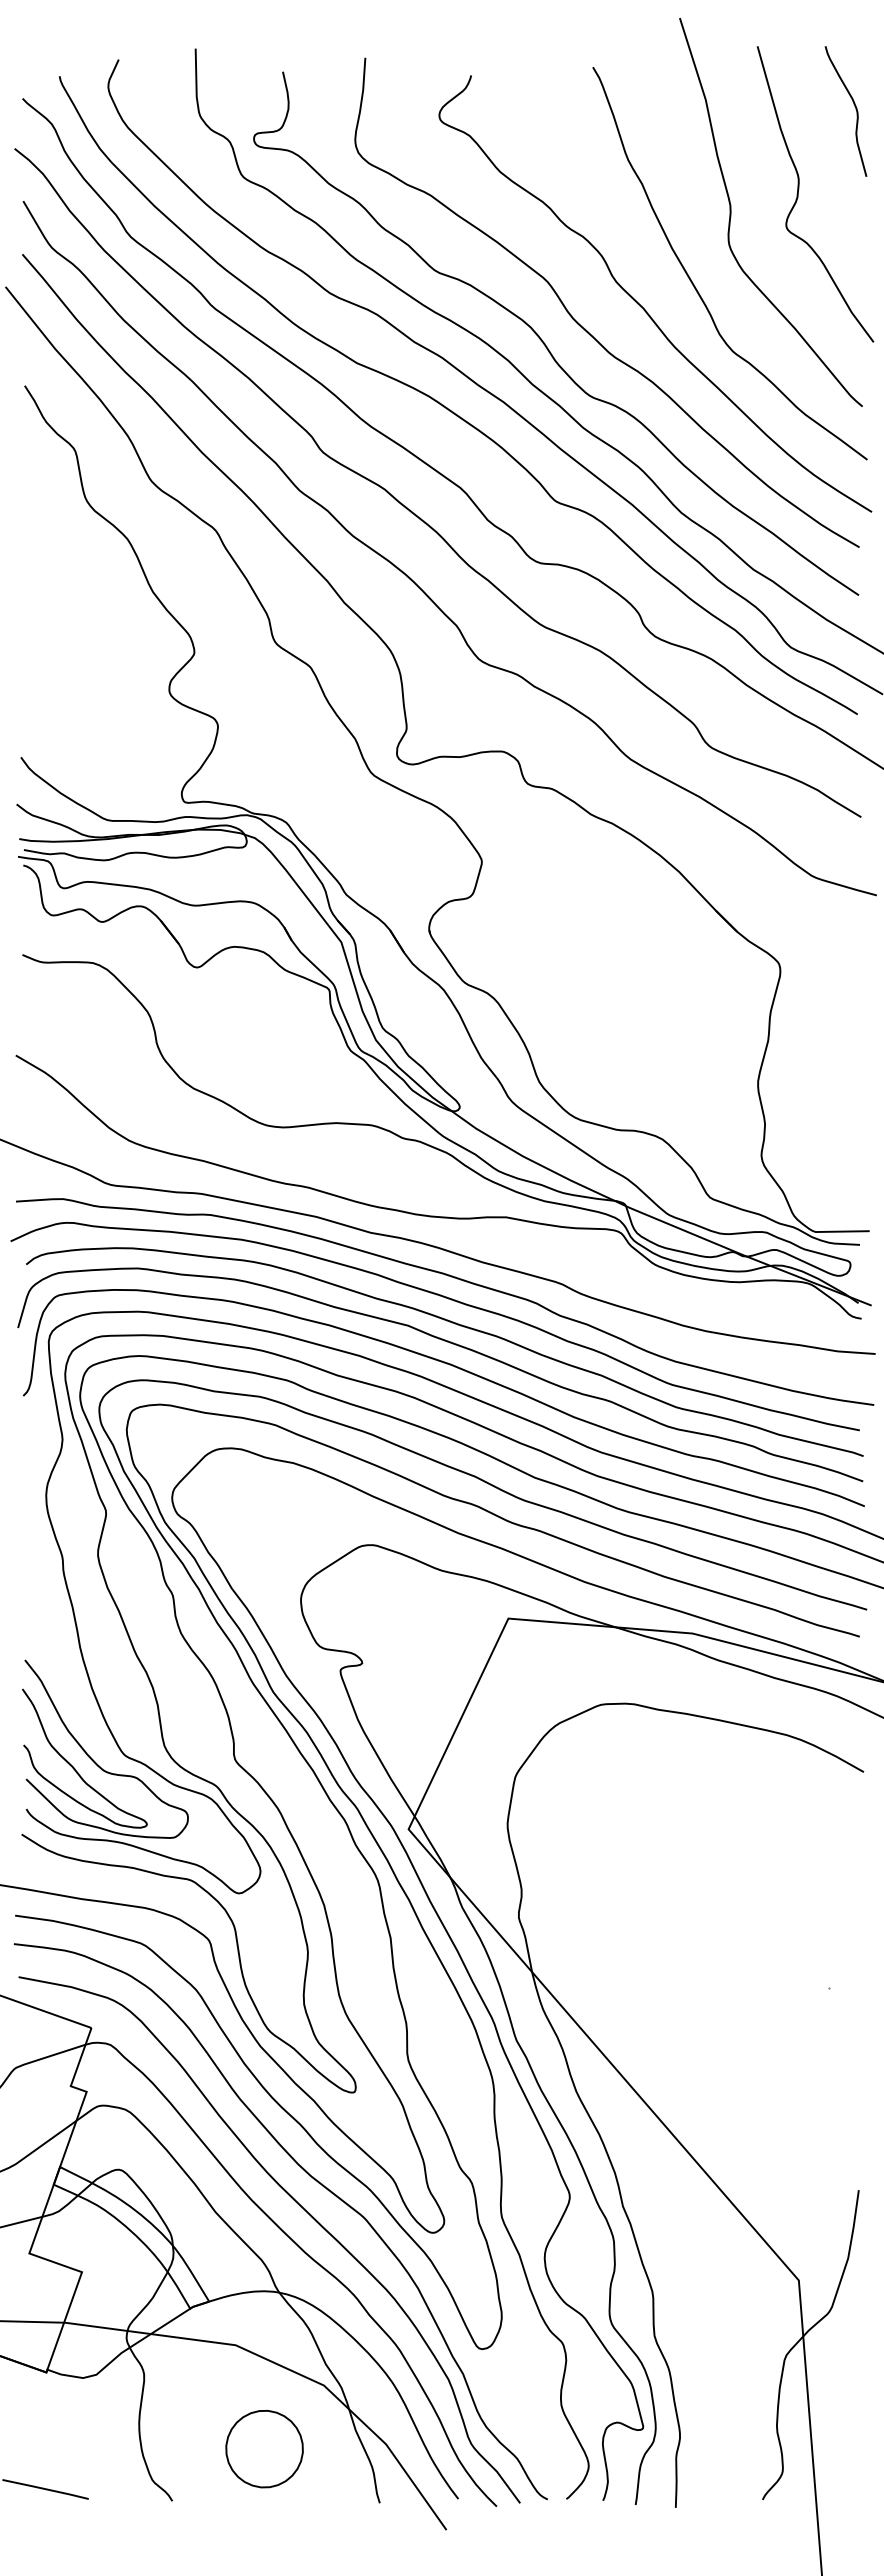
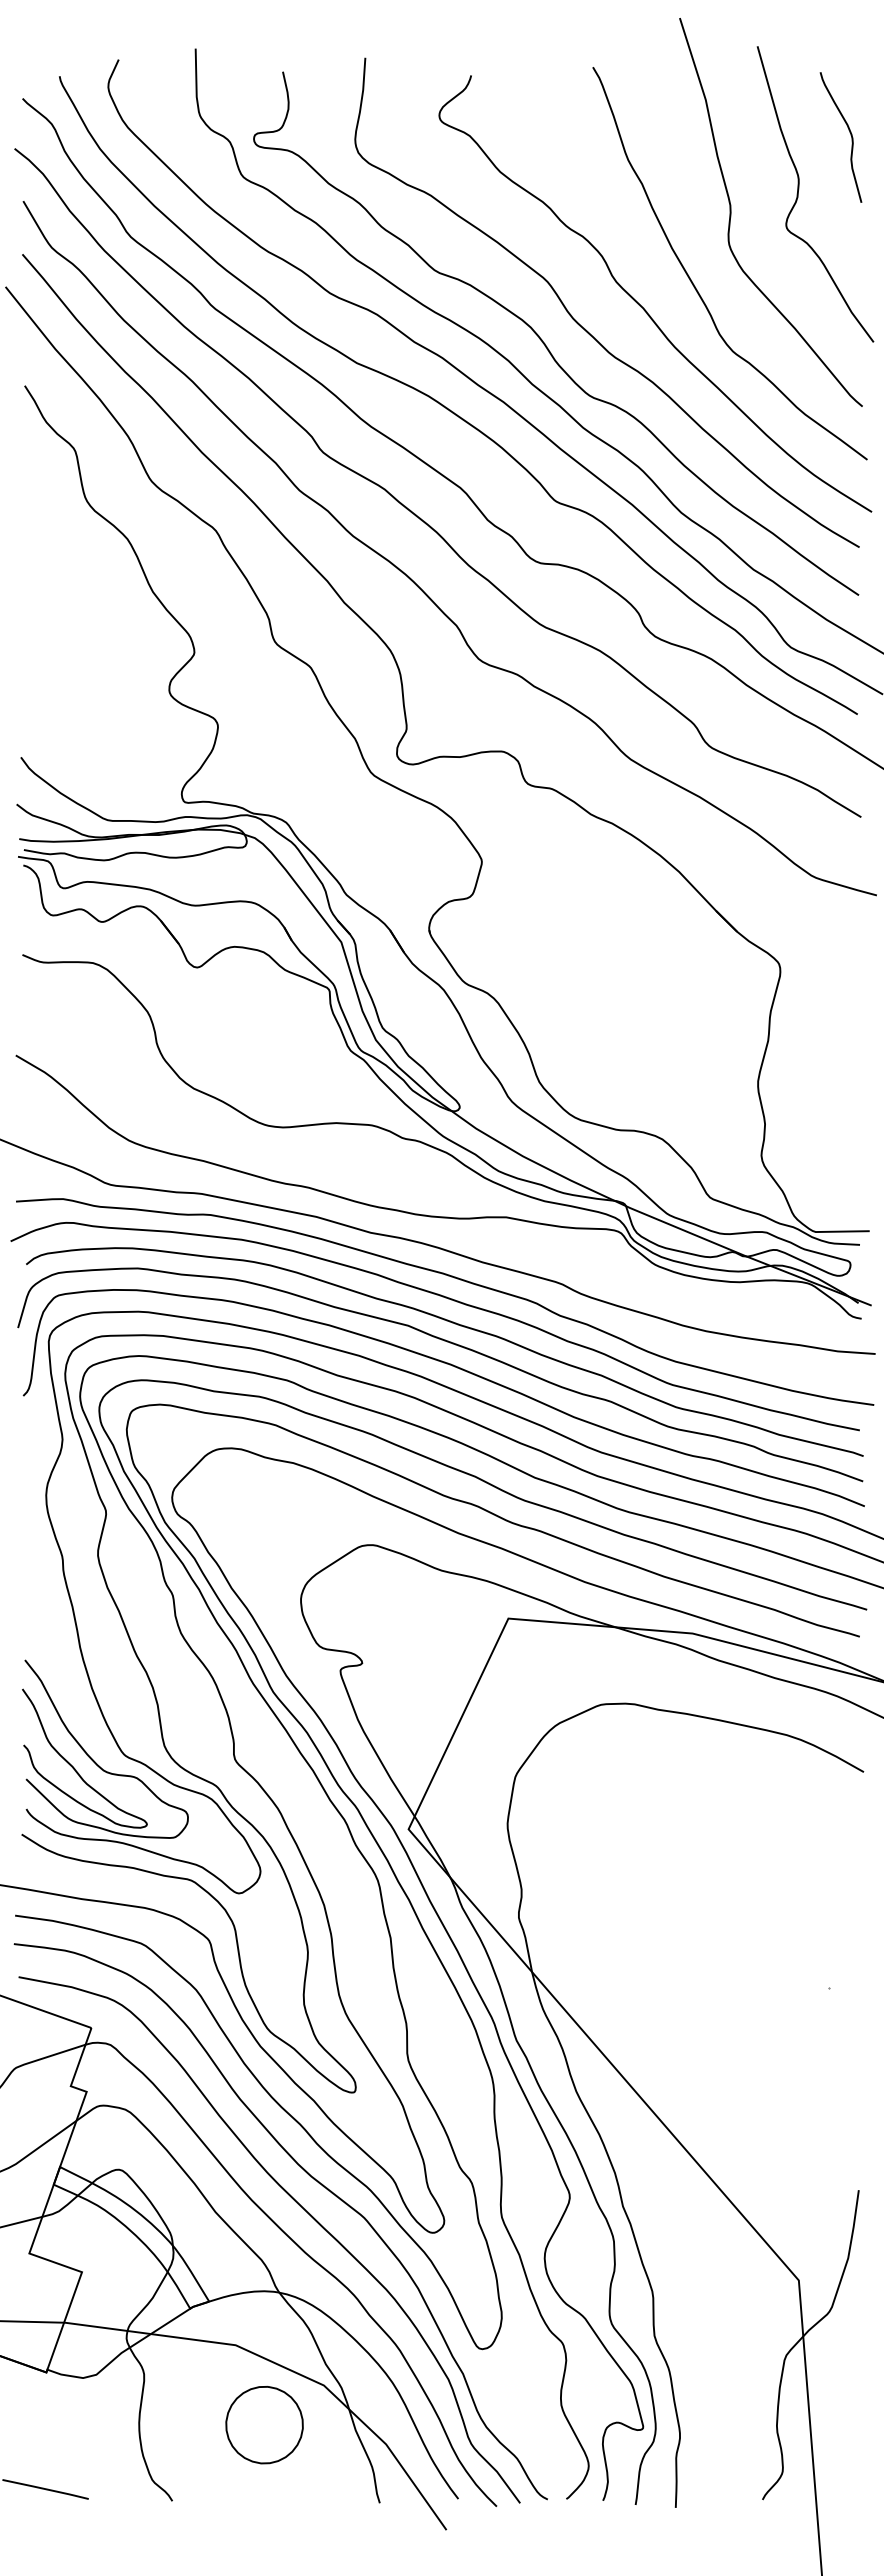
curve at (855, 109) position: (855, 109) -> (850, 135)
part at (264, 2449) position: (264, 2449) -> (264, 2425)
